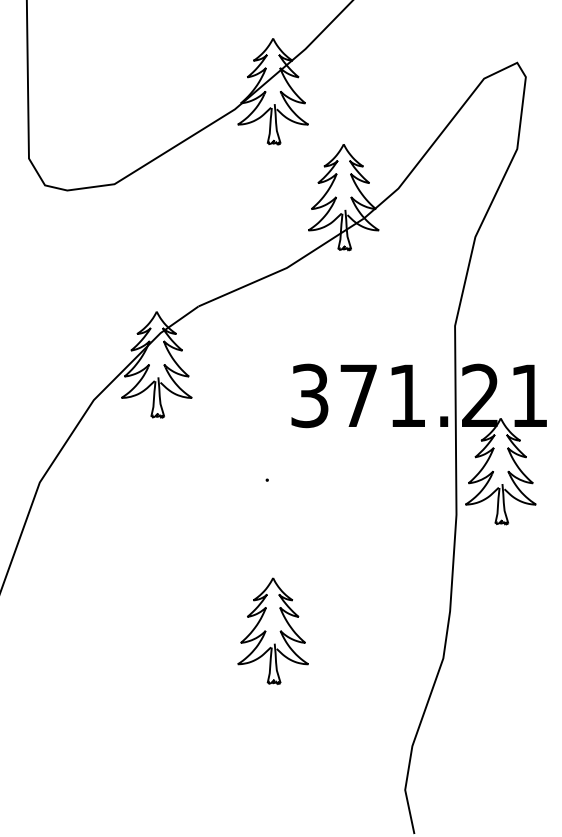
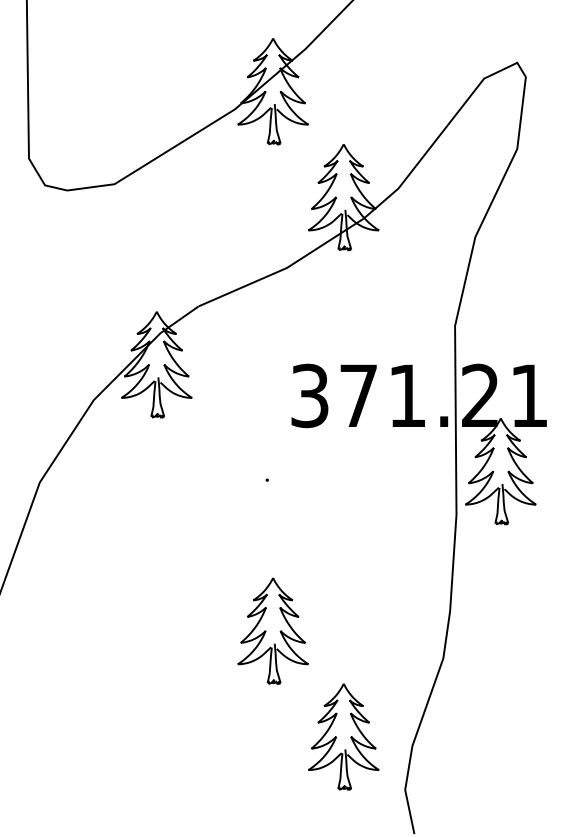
part at (343, 736): none -> present
